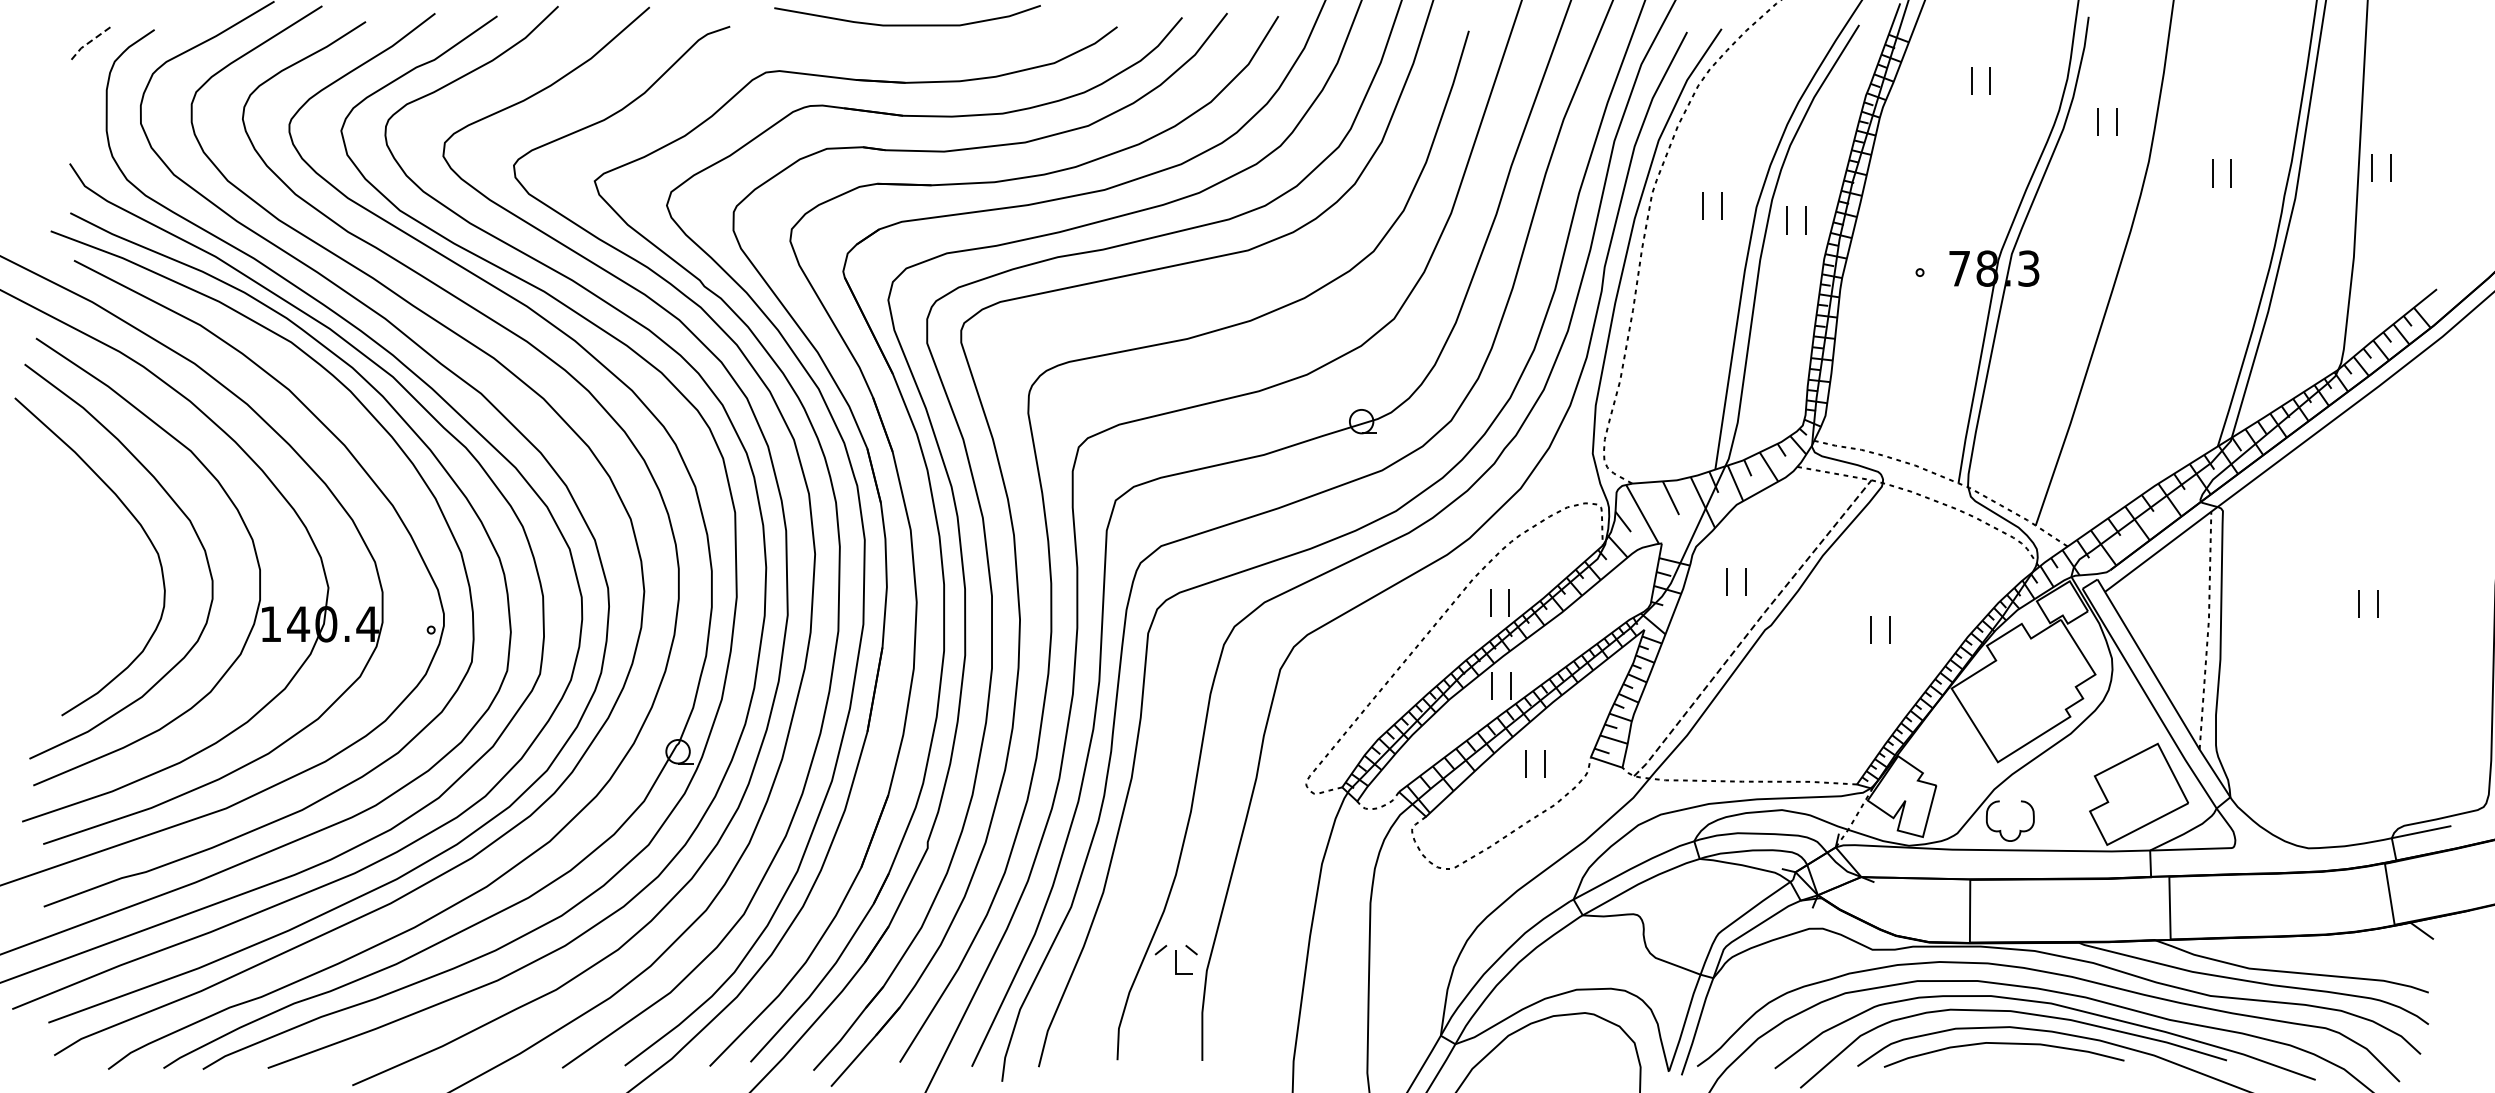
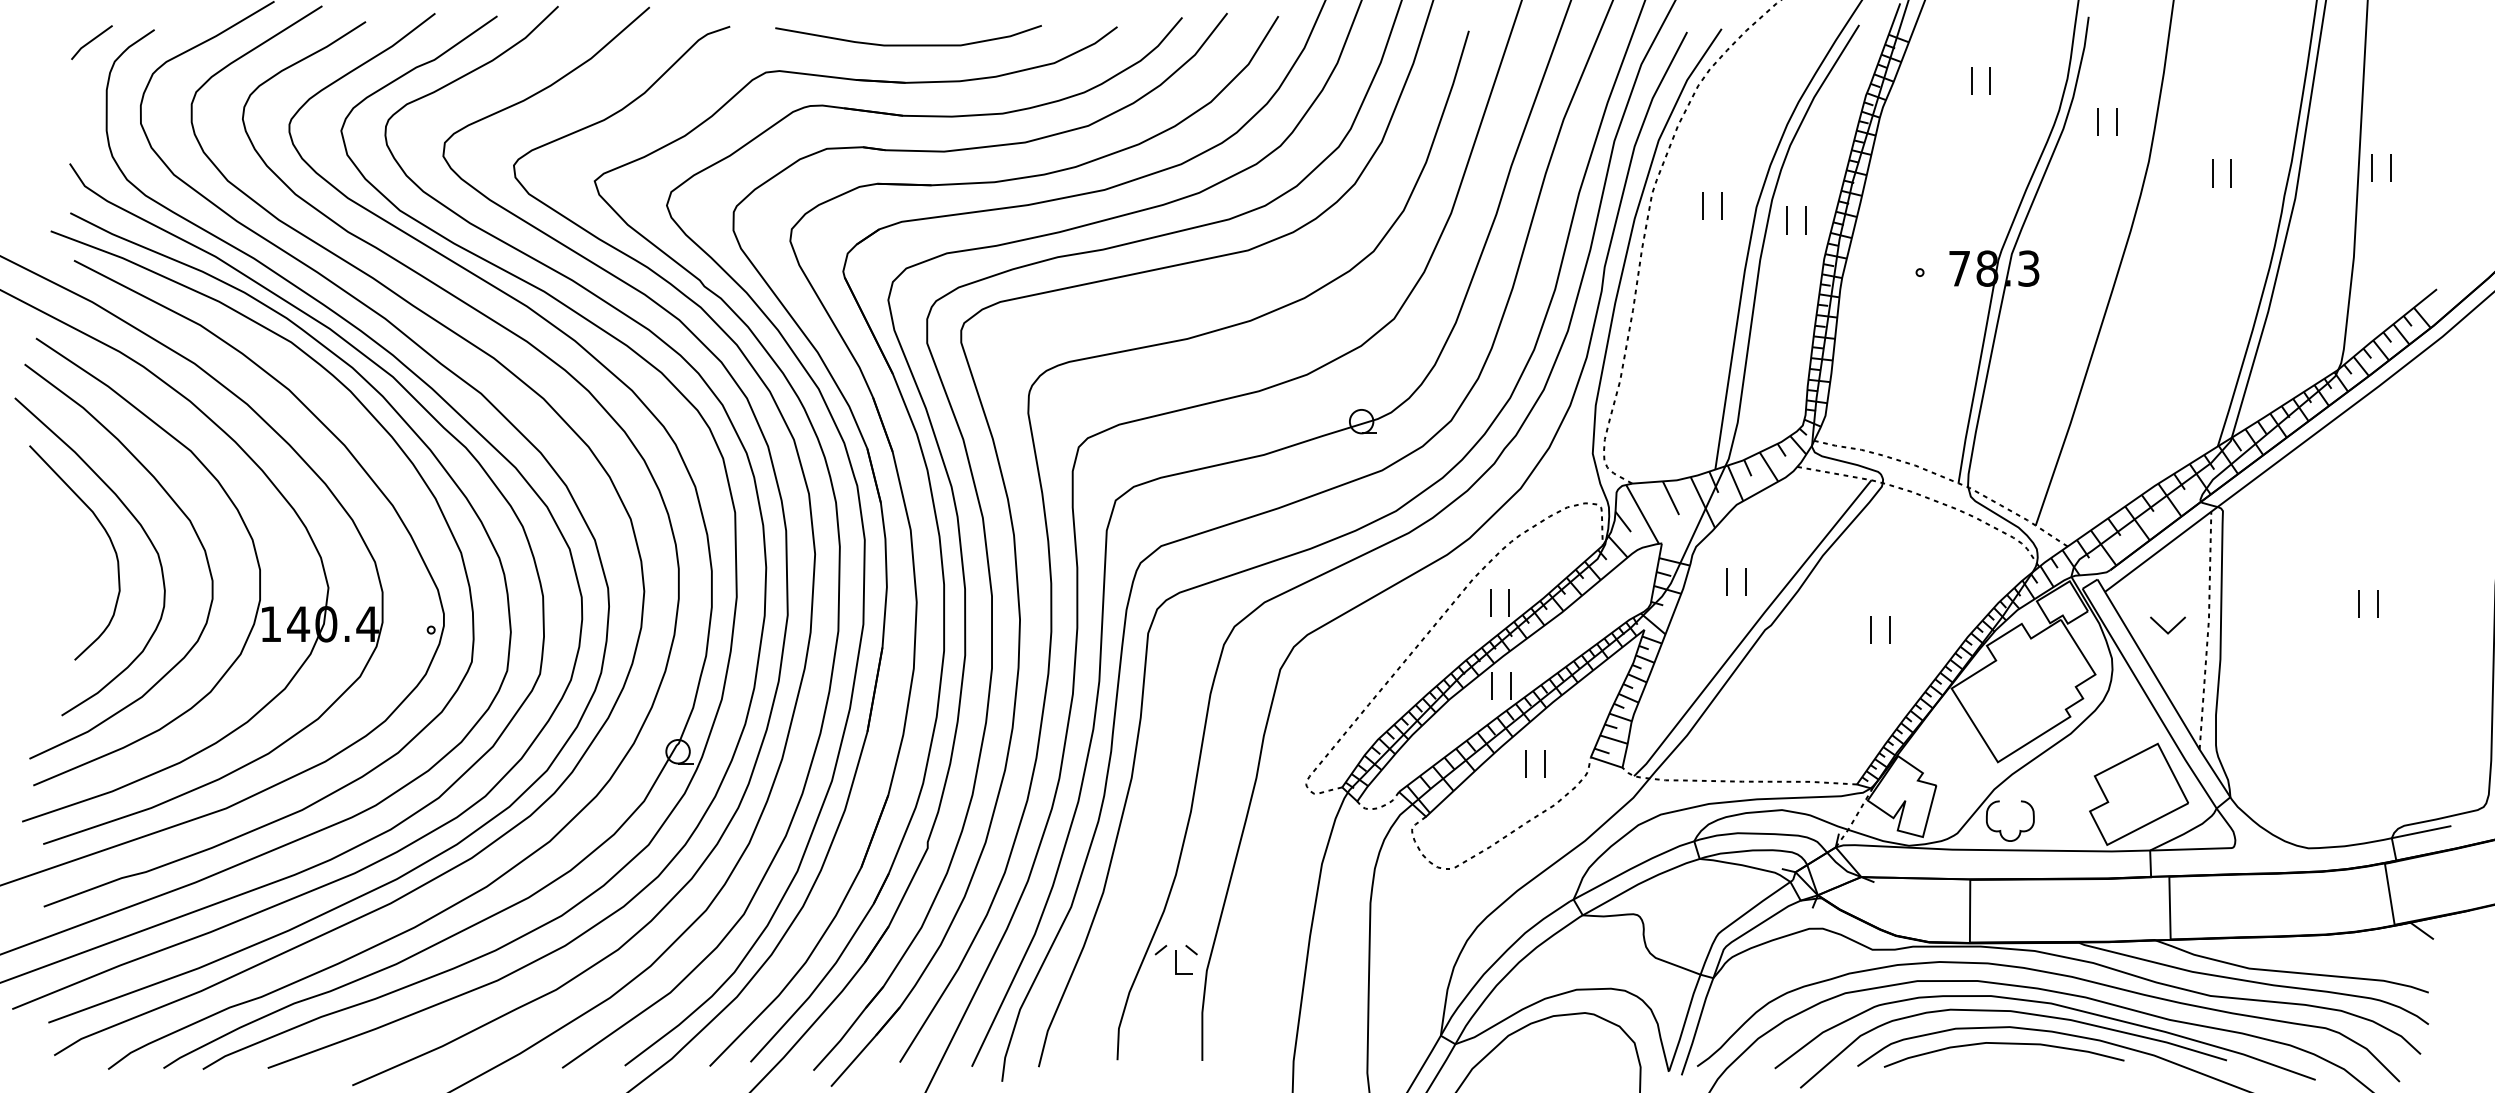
curve at (907, 24) position: (907, 24) -> (908, 44)
line at (90, 41): dashed -> solid
curve at (107, 536): none -> present
part at (2167, 625): none -> present
line at (1752, 628): dashed -> solid
